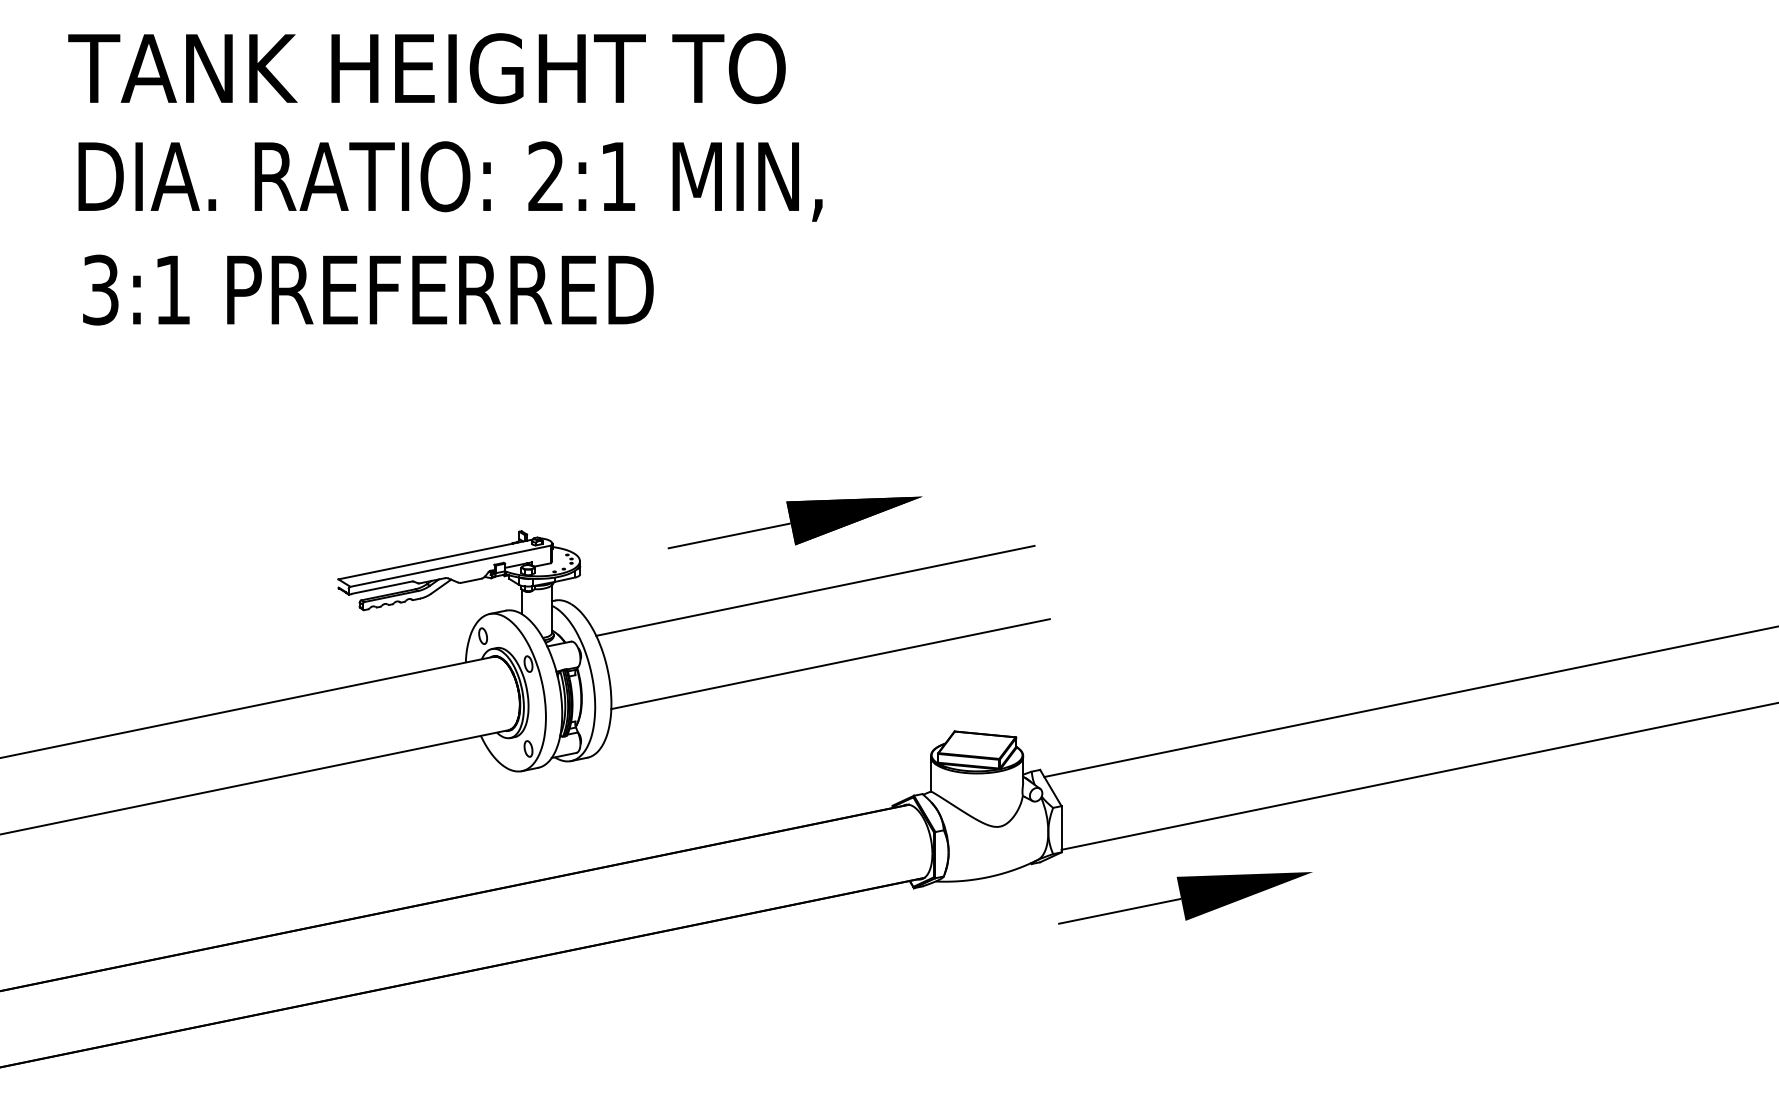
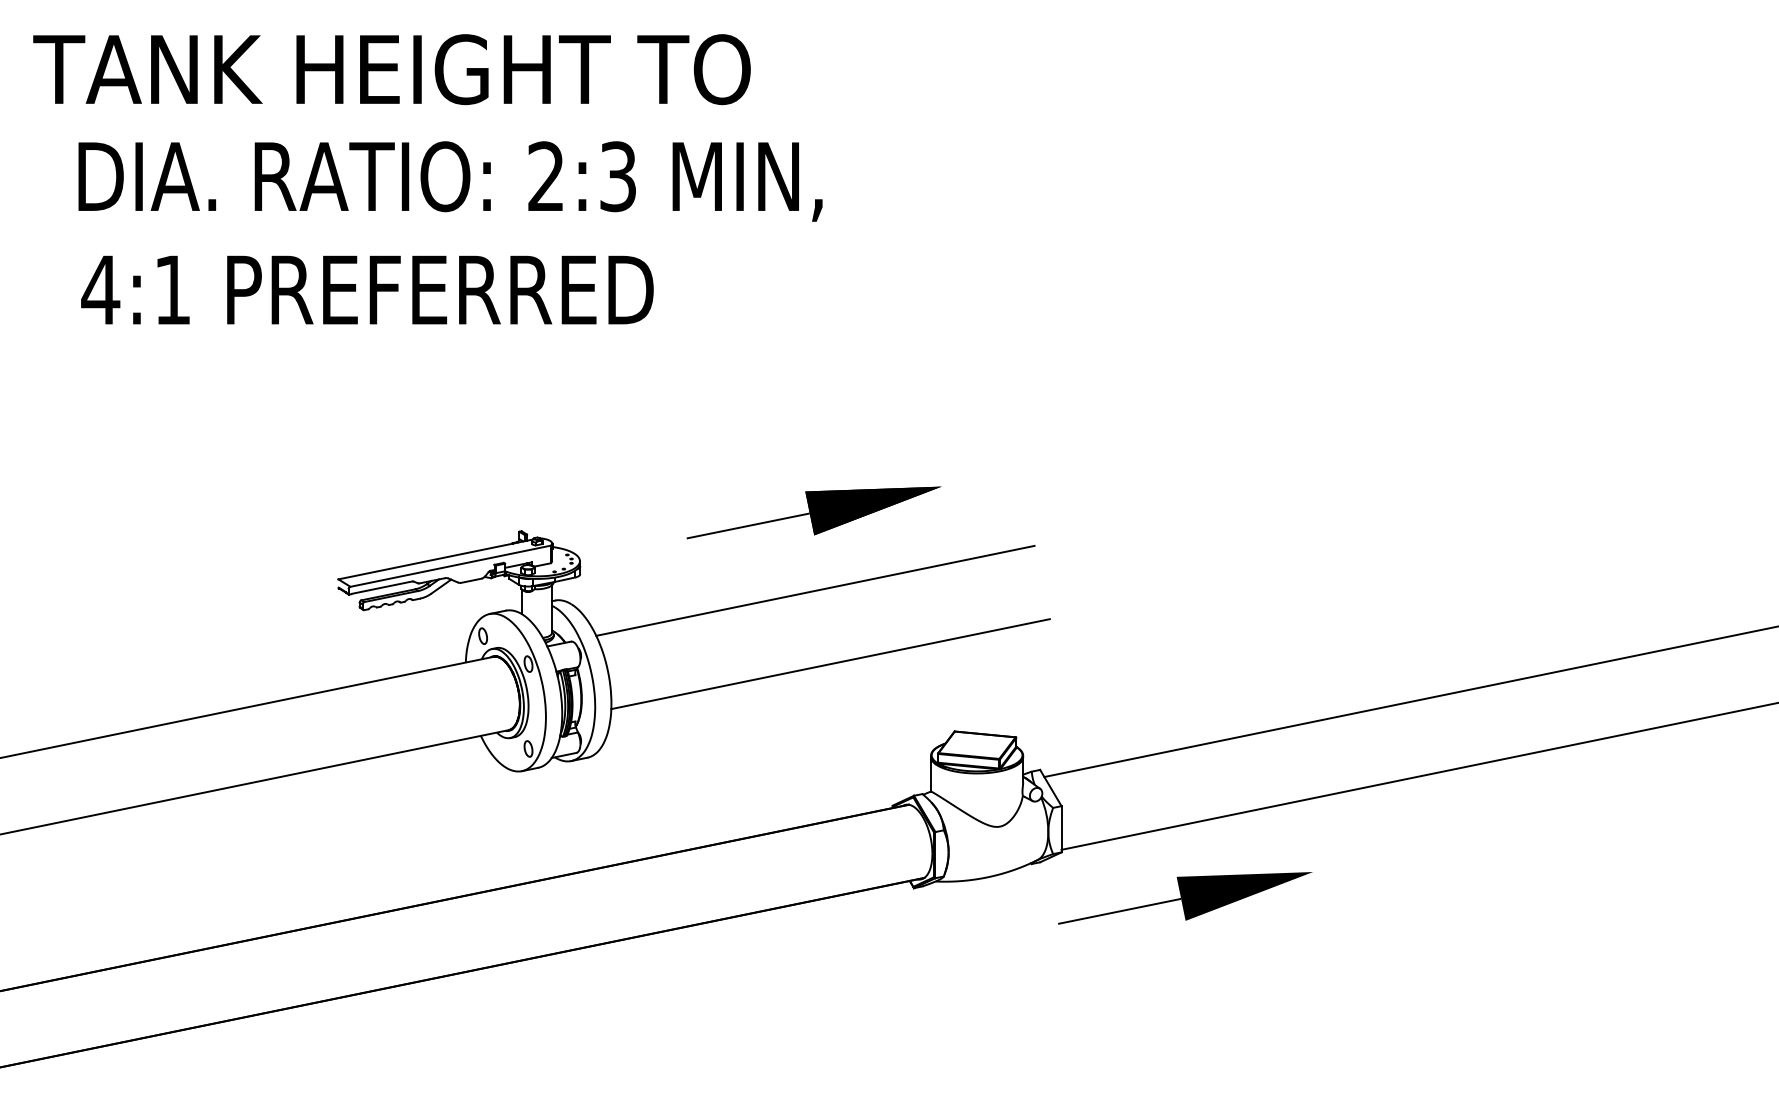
text at (426, 68) position: (426, 68) -> (391, 69)
text at (617, 176): 2:1 -> 2:3
text at (100, 289): 3:1 -> 4:1
part at (794, 522) position: (794, 522) -> (813, 512)
